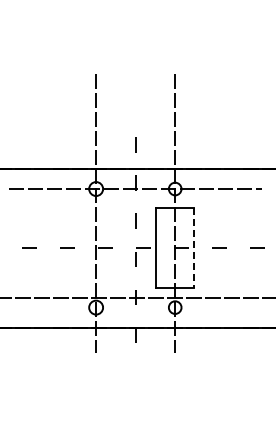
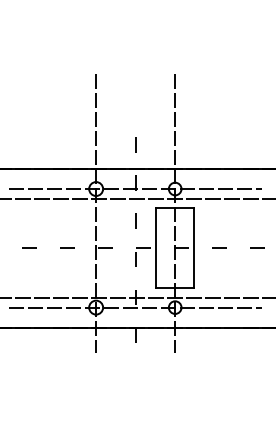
line at (137, 198): none -> present
line at (194, 248): dashed -> solid
line at (135, 307): none -> present
